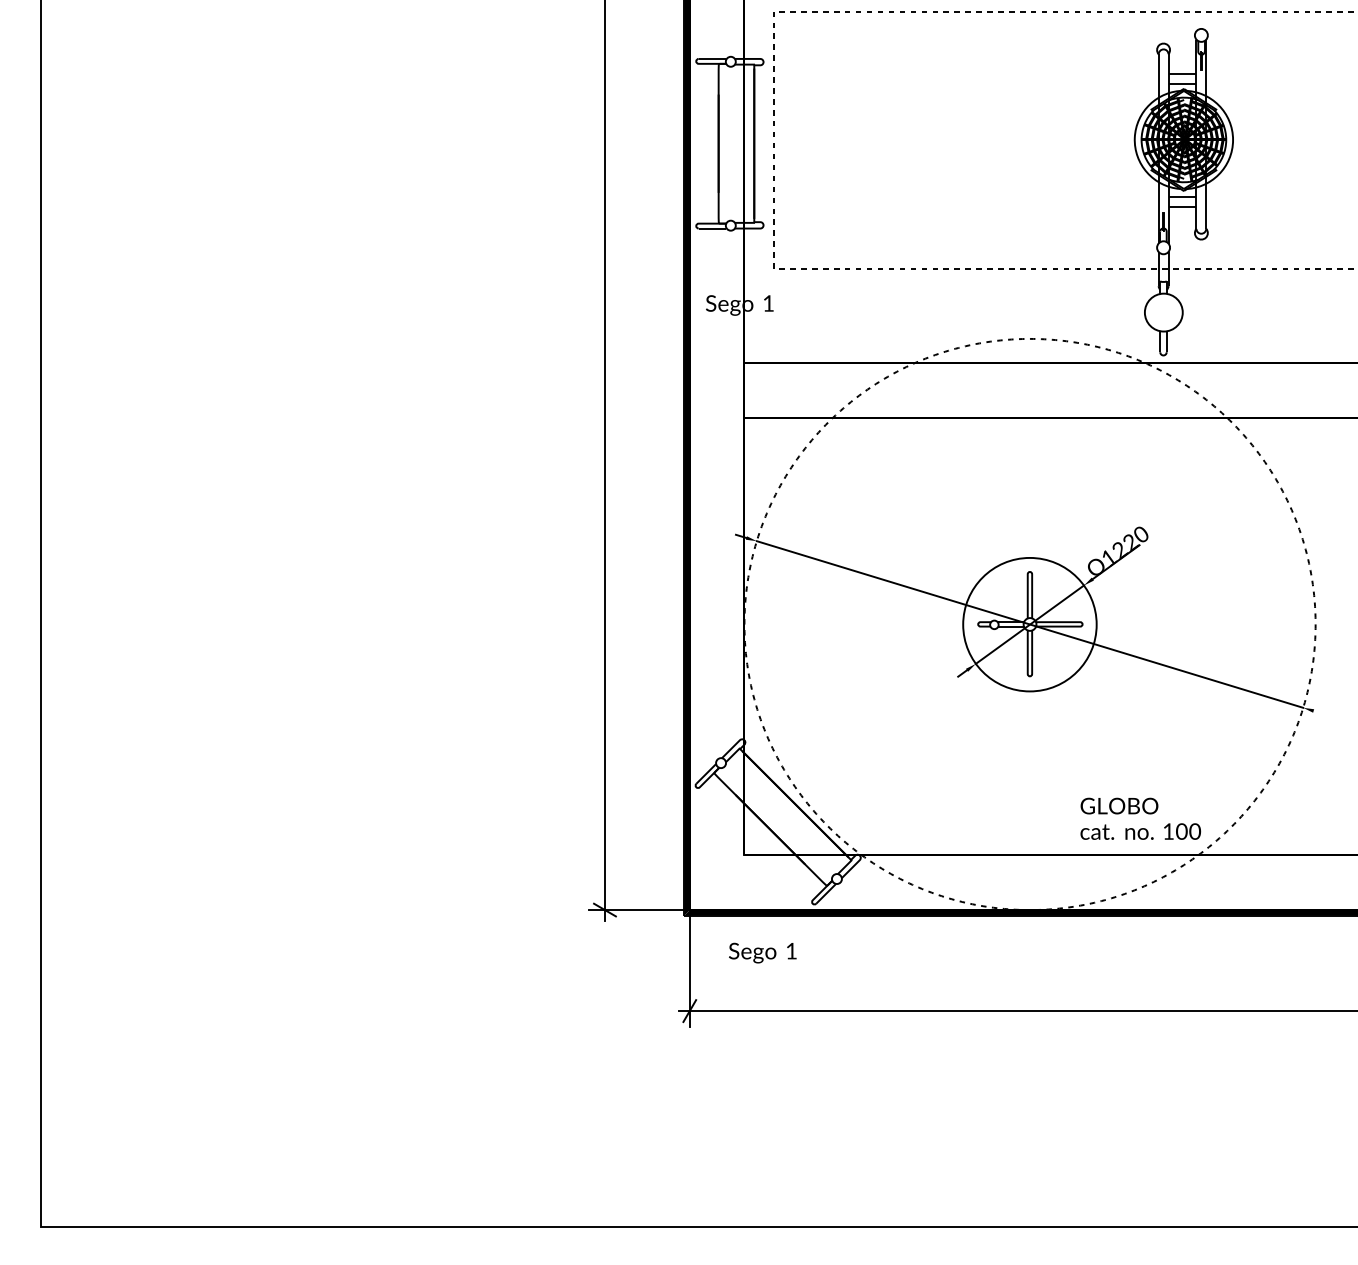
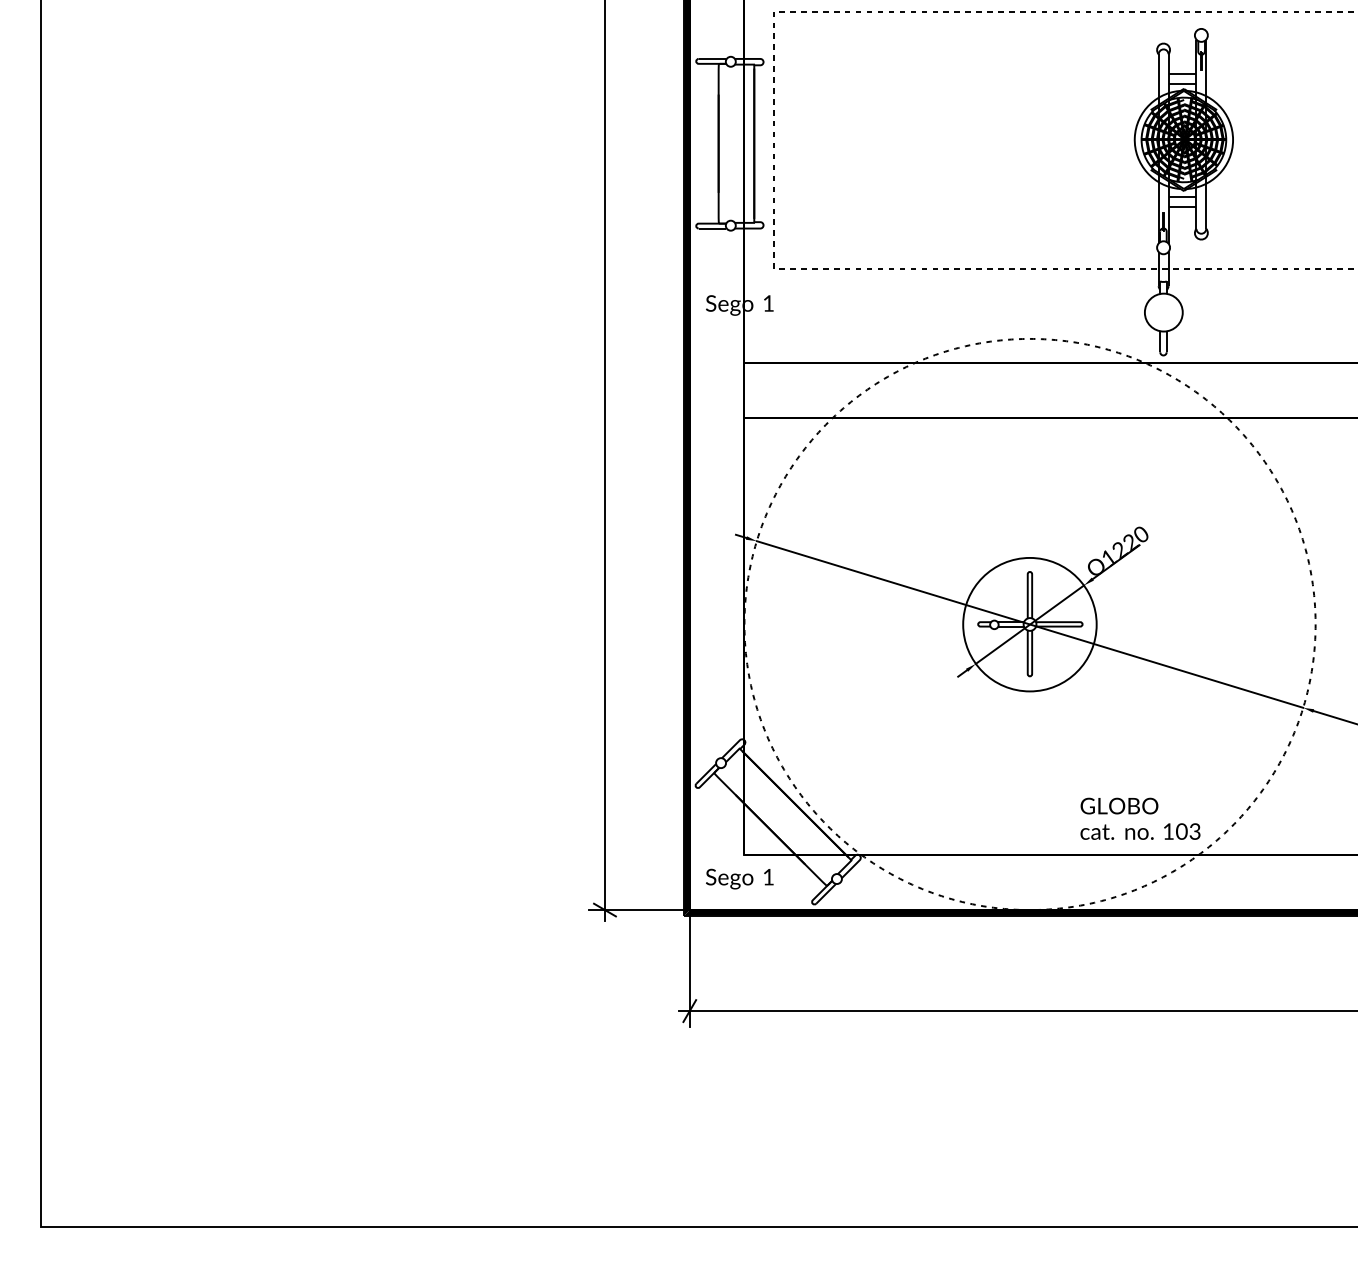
line at (1333, 717): none -> present
text at (1195, 831): 100 -> 103
text at (762, 952) position: (762, 952) -> (739, 878)
